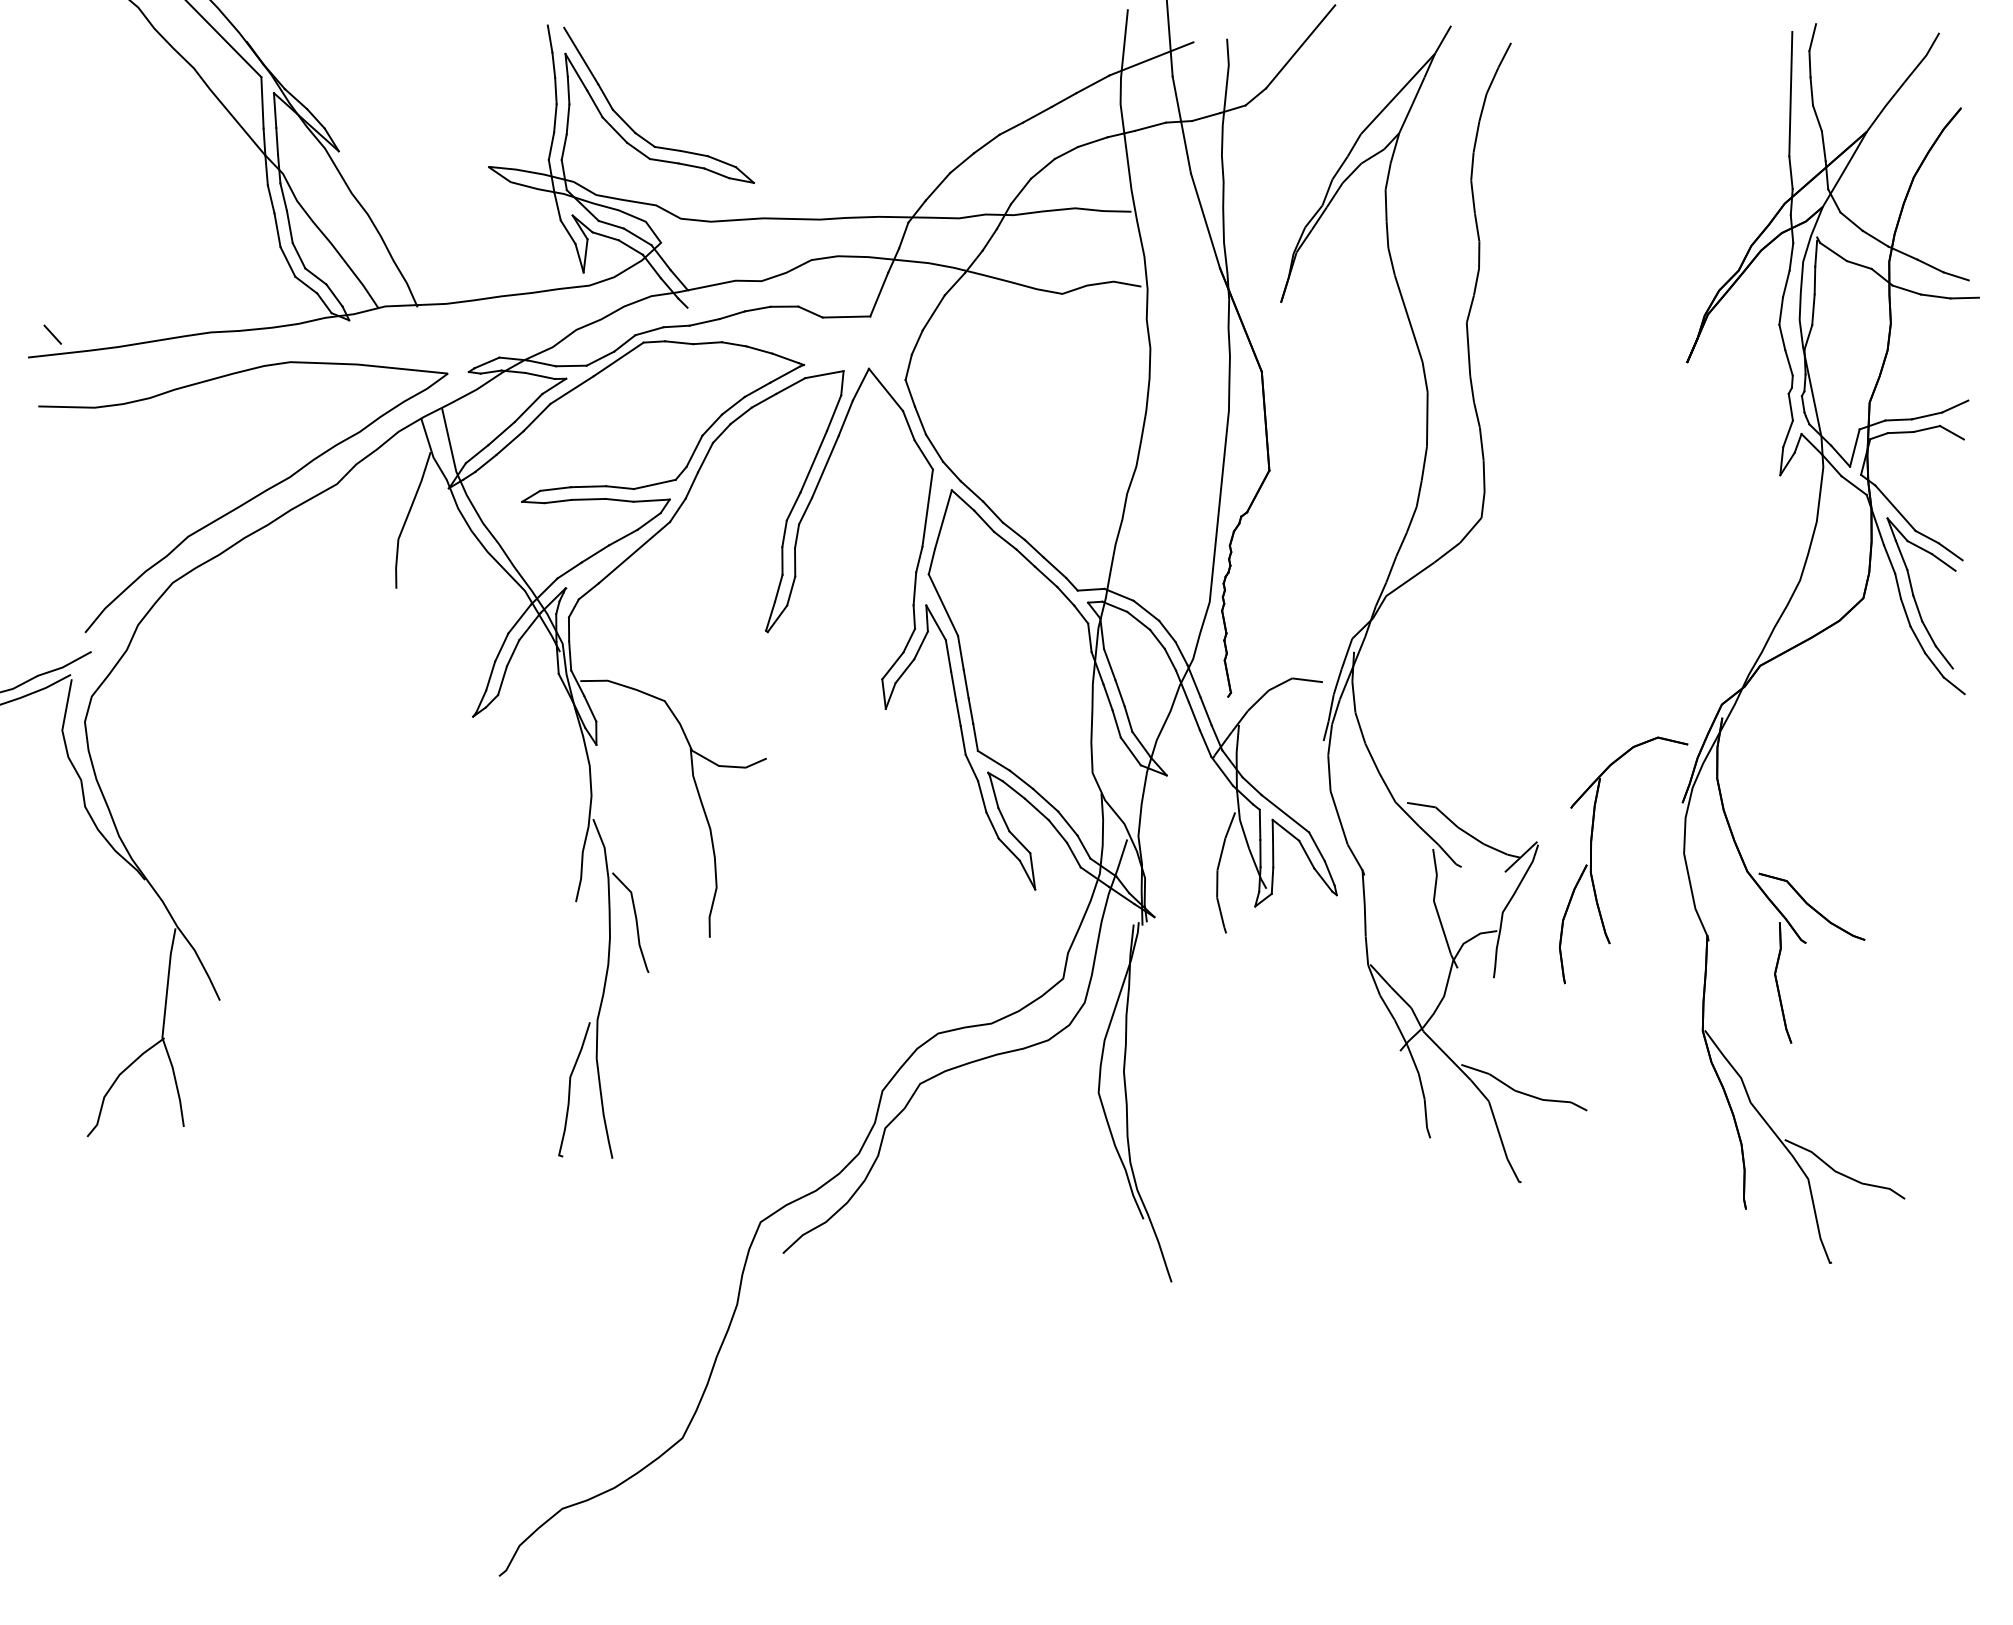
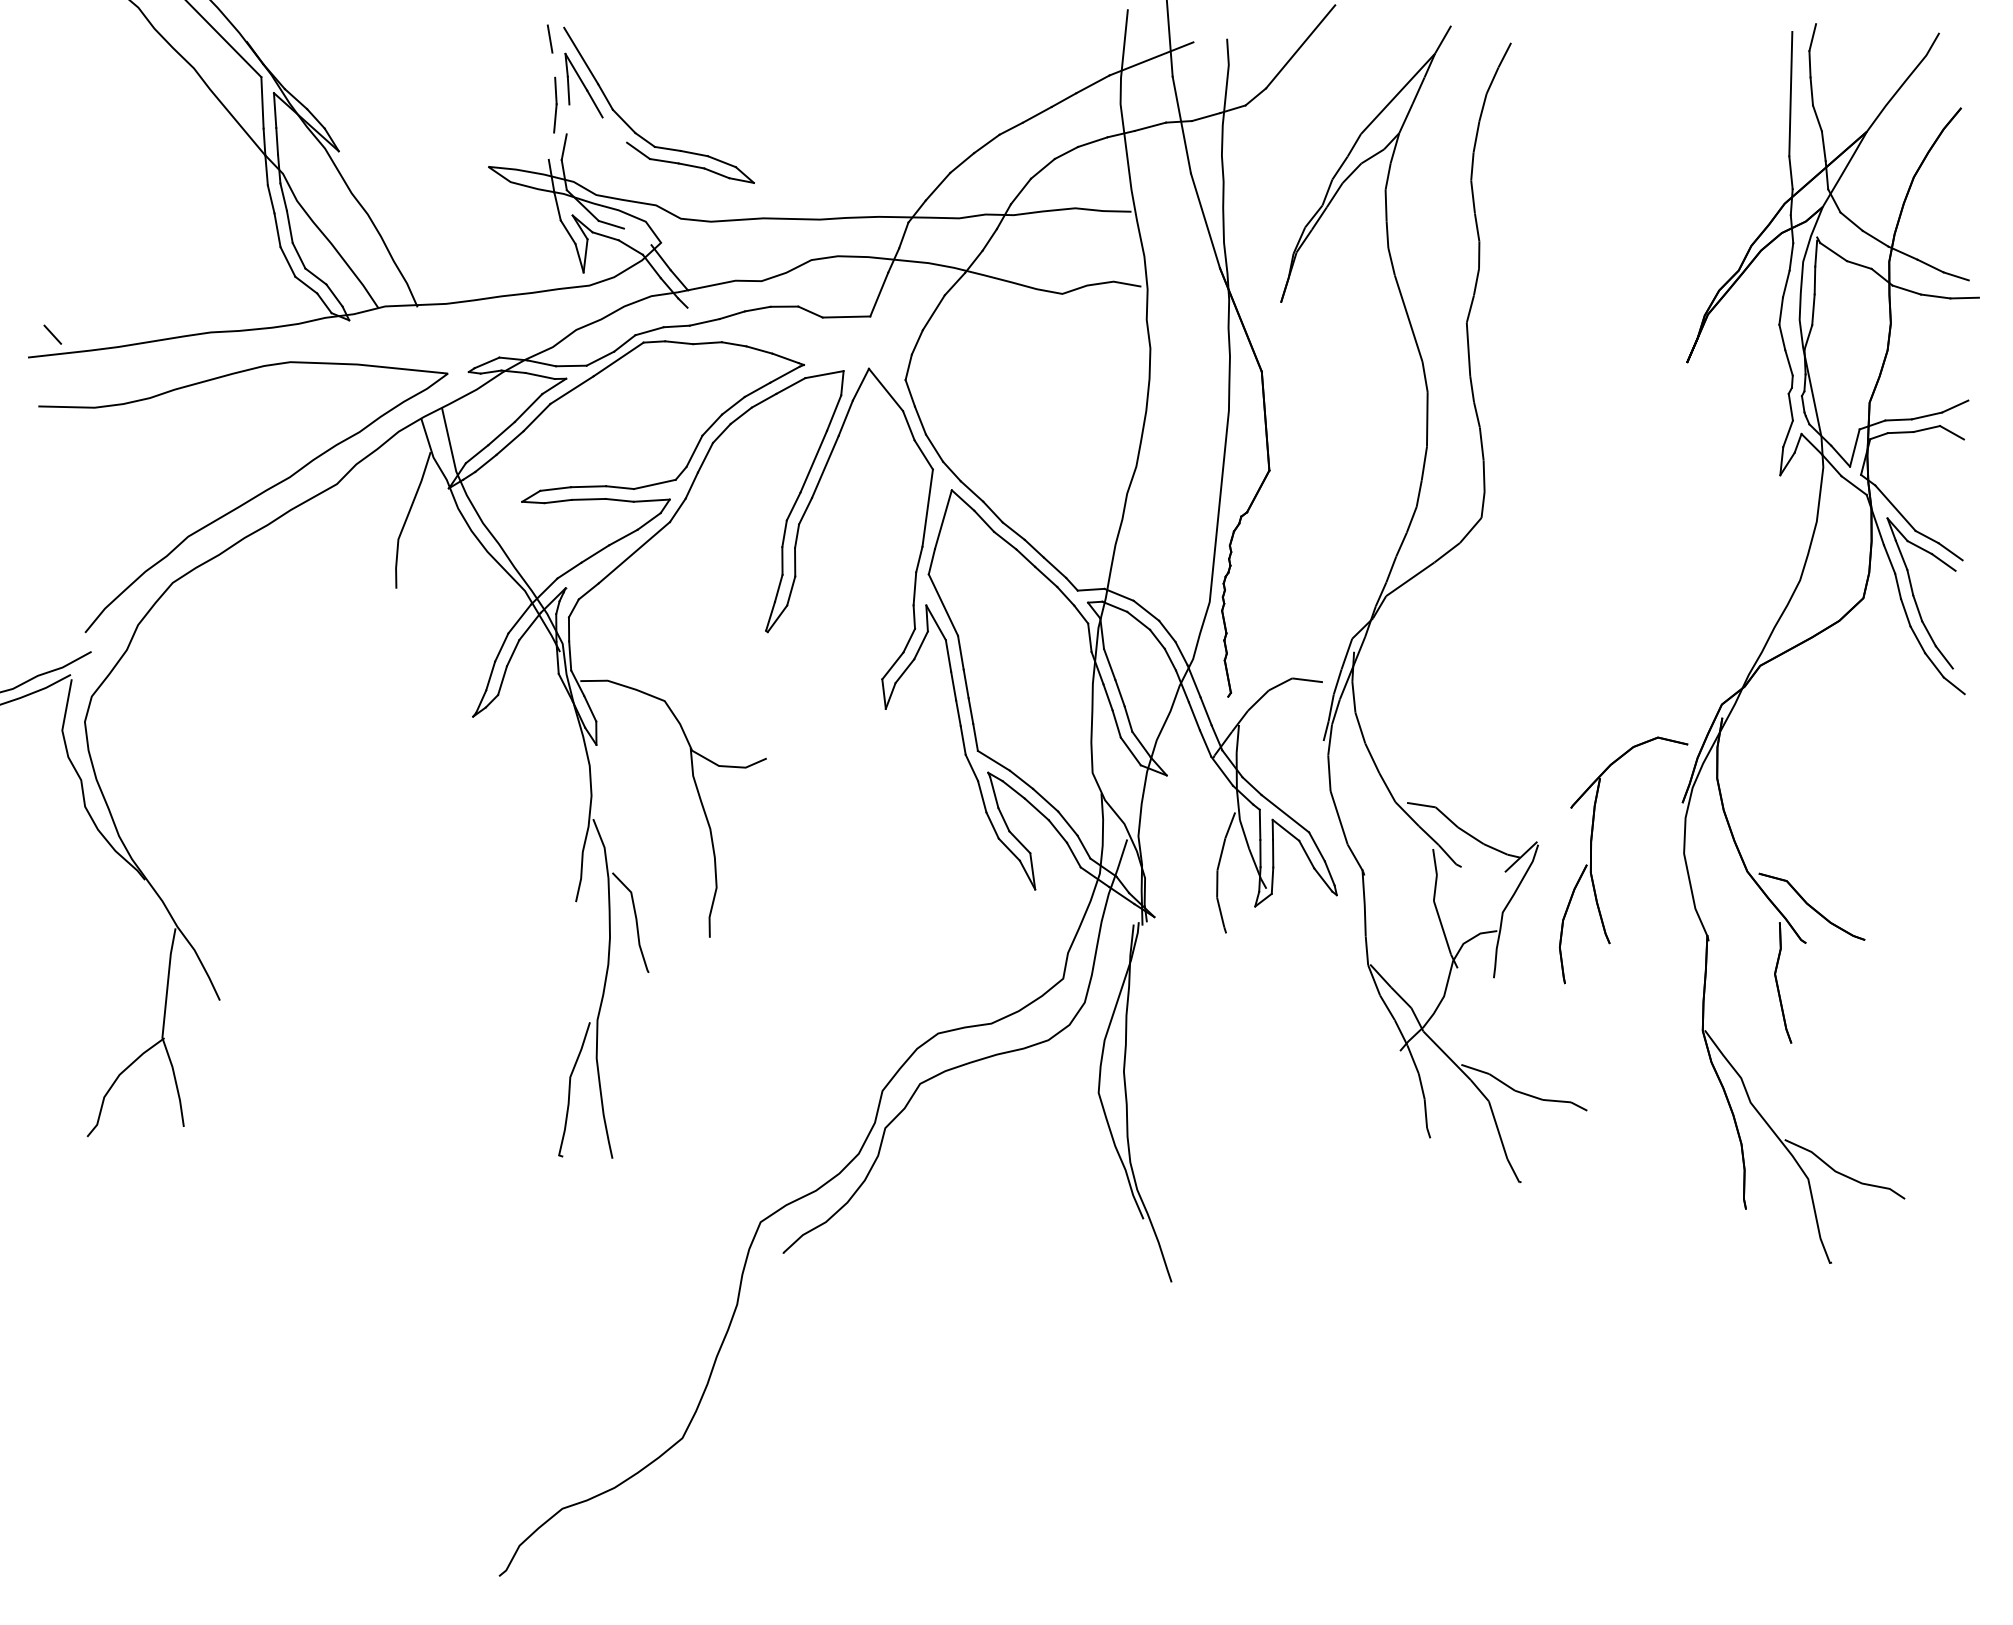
line at (553, 64): present -> none
line at (567, 119): present -> none
line at (614, 129): present -> none
line at (551, 145): present -> none
line at (637, 236): present -> none
